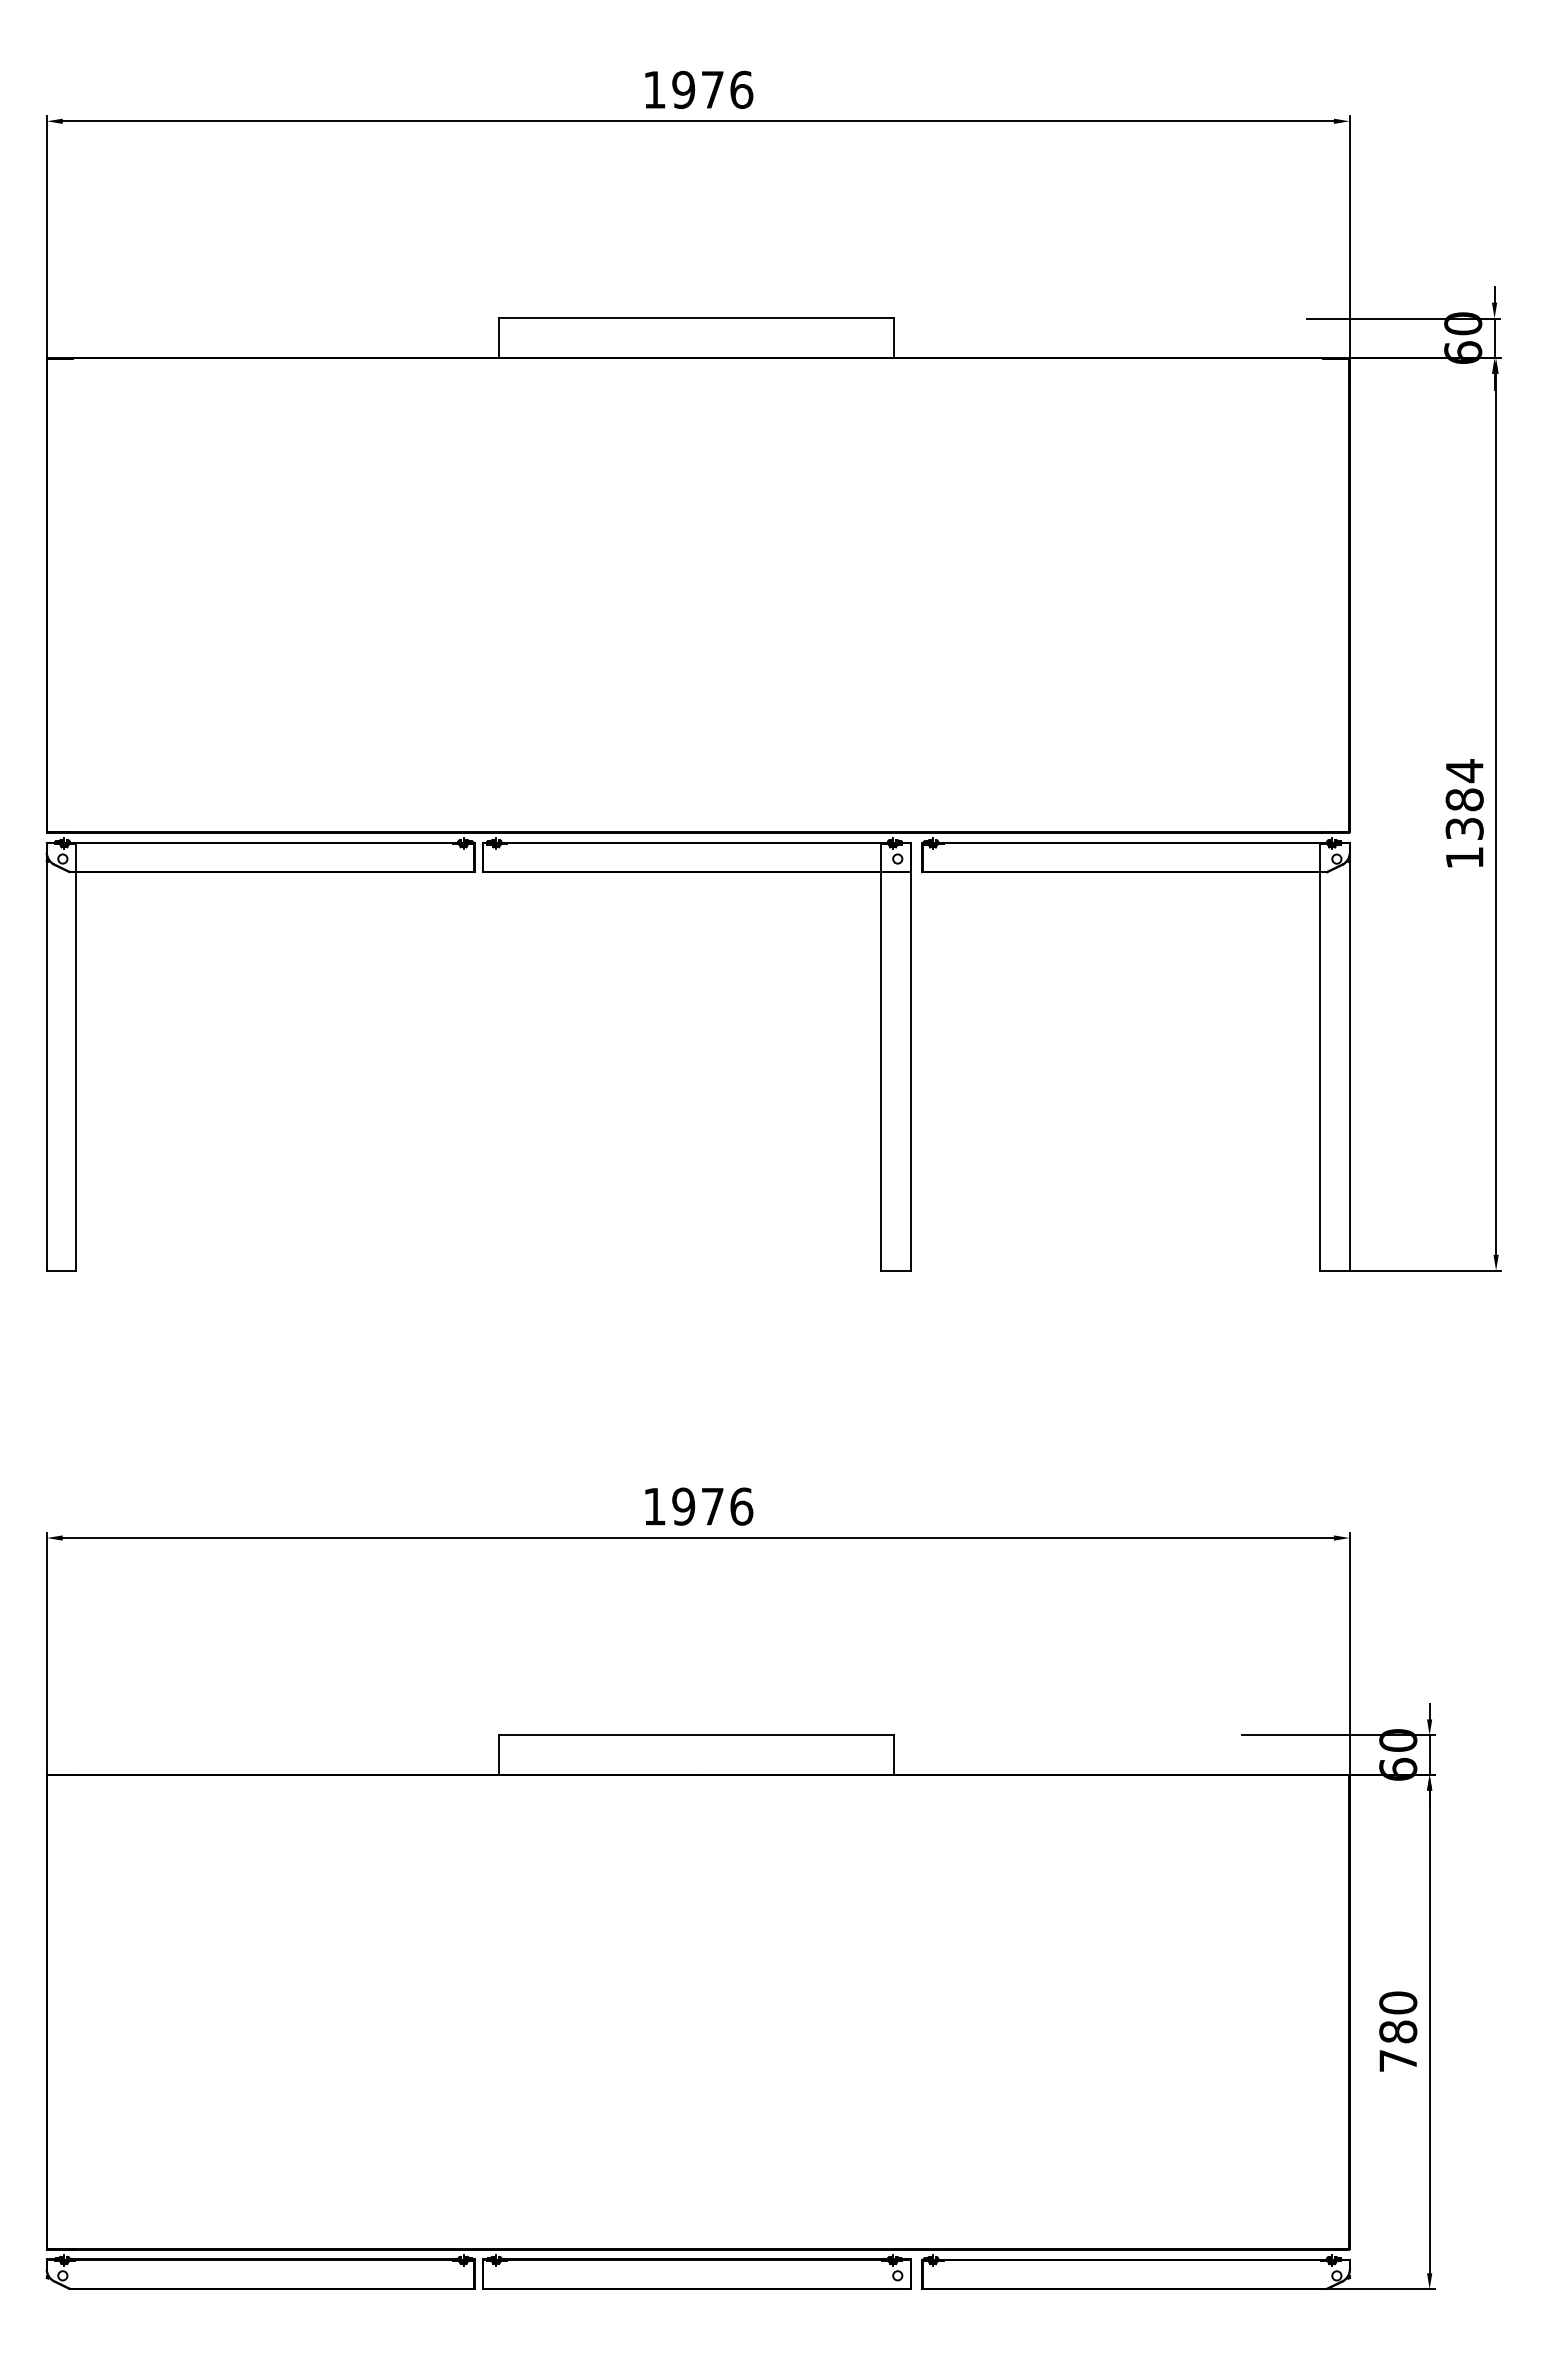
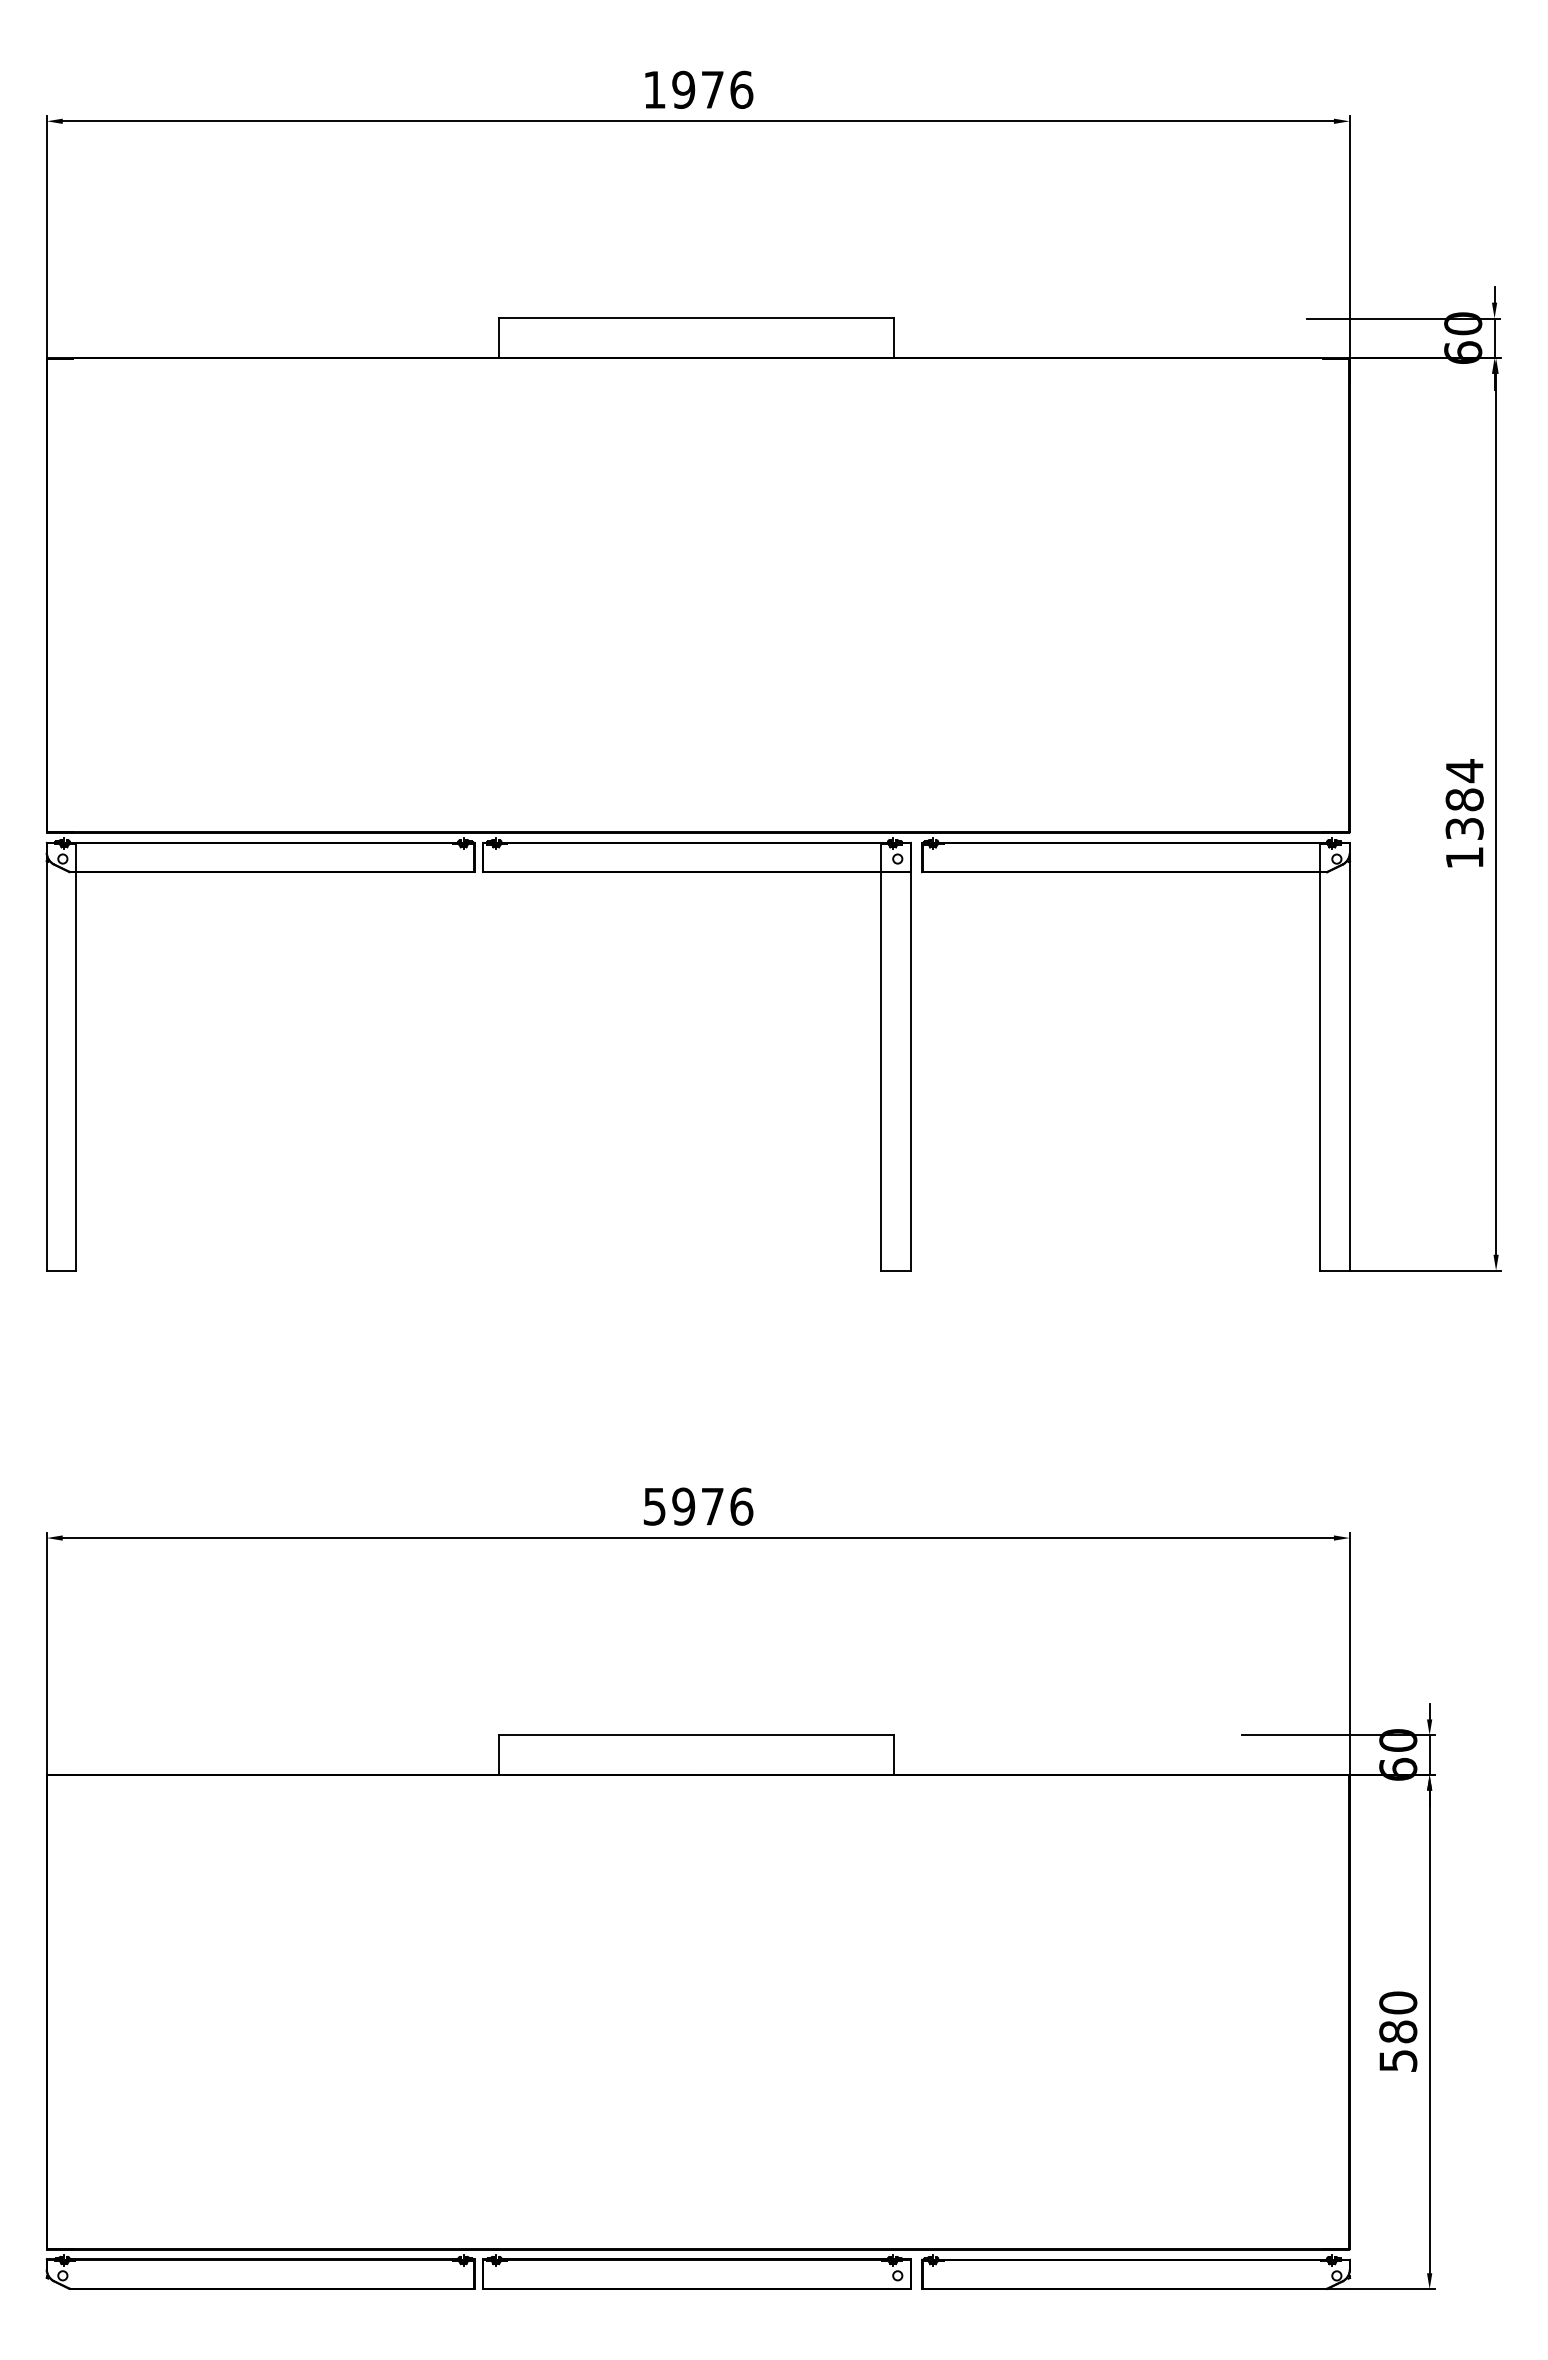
text at (654, 1506): 1976 -> 5976
text at (1398, 2060): 780 -> 580
